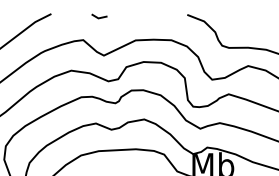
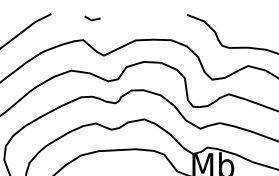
line at (99, 17) position: (99, 17) -> (92, 19)
